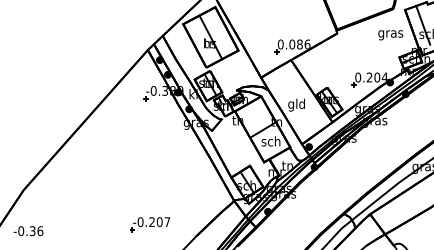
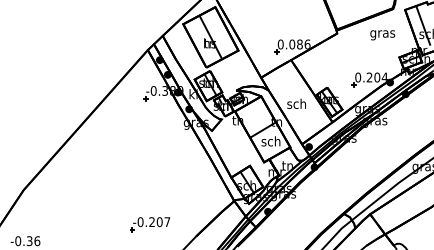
text at (390, 35) position: (390, 35) -> (382, 35)
text at (296, 104): gld -> sch
text at (28, 231) position: (28, 231) -> (25, 241)
